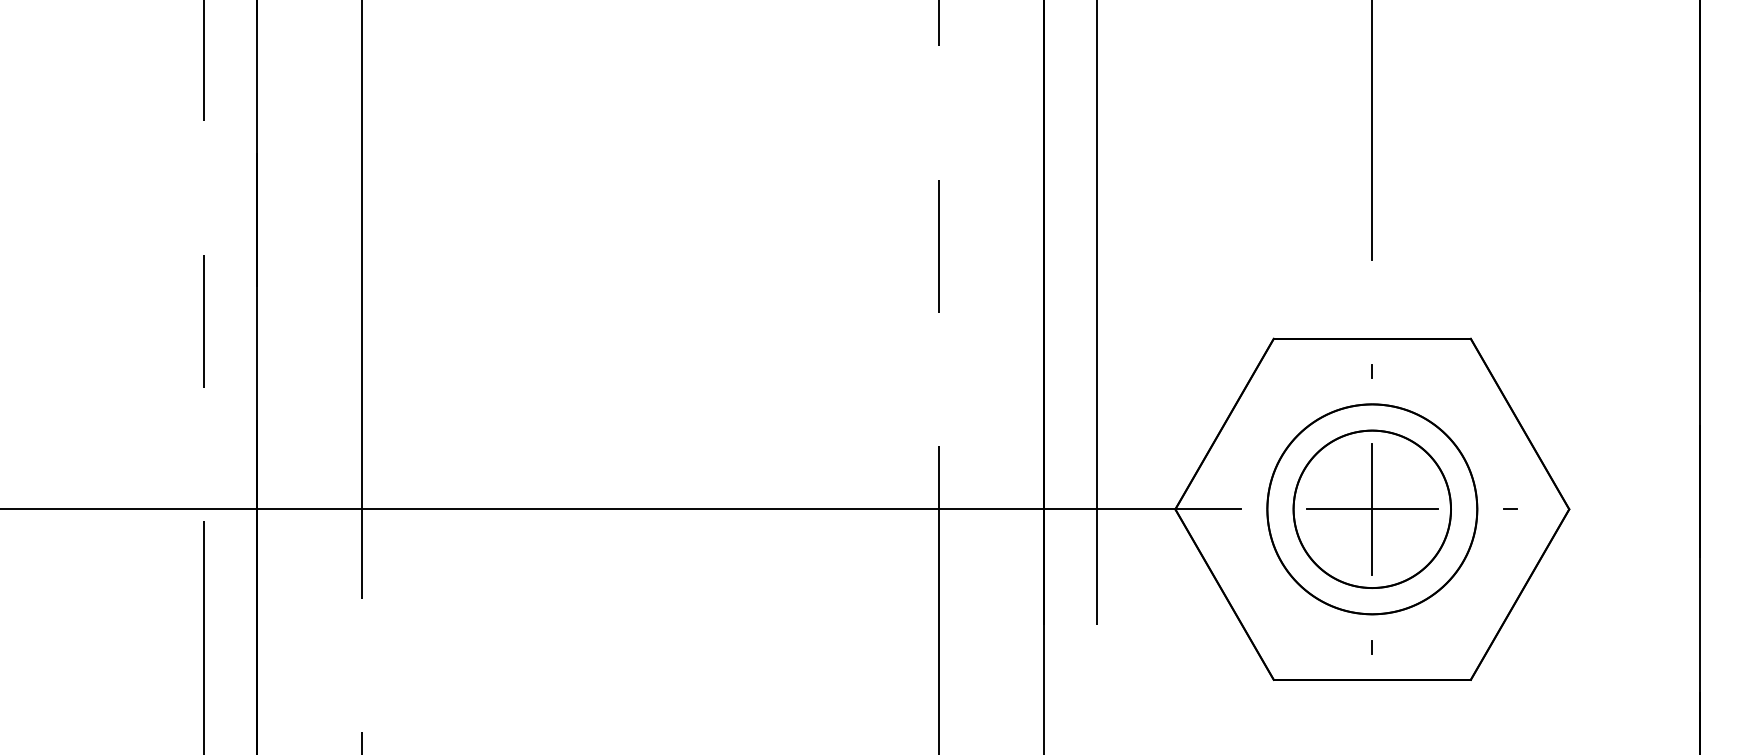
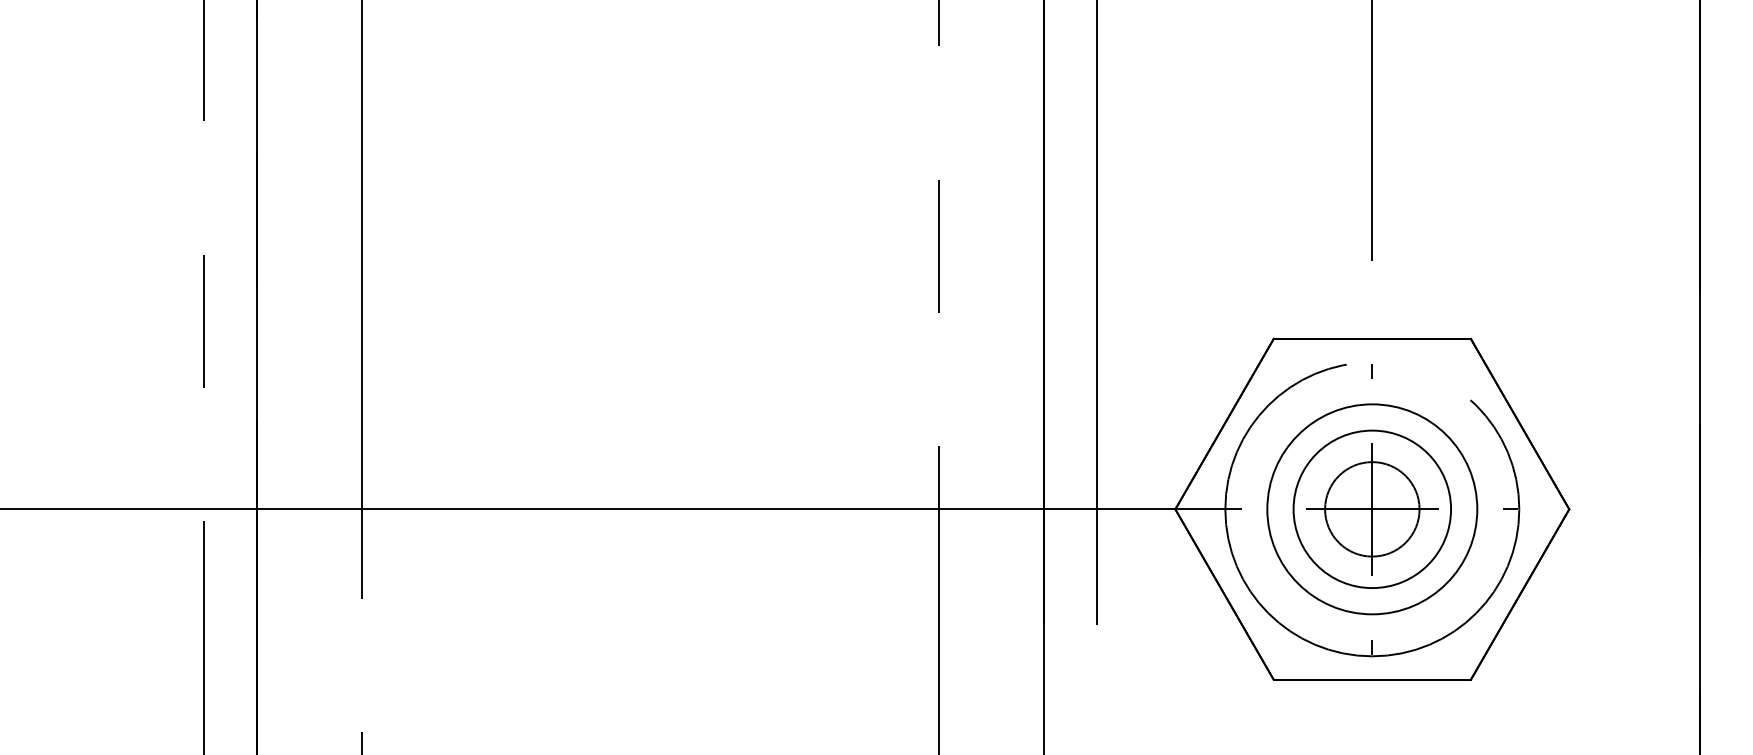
circle at (1372, 509) diameter: 157 px -> 94 px
circle at (1372, 509) diameter: 210 px -> 294 px
